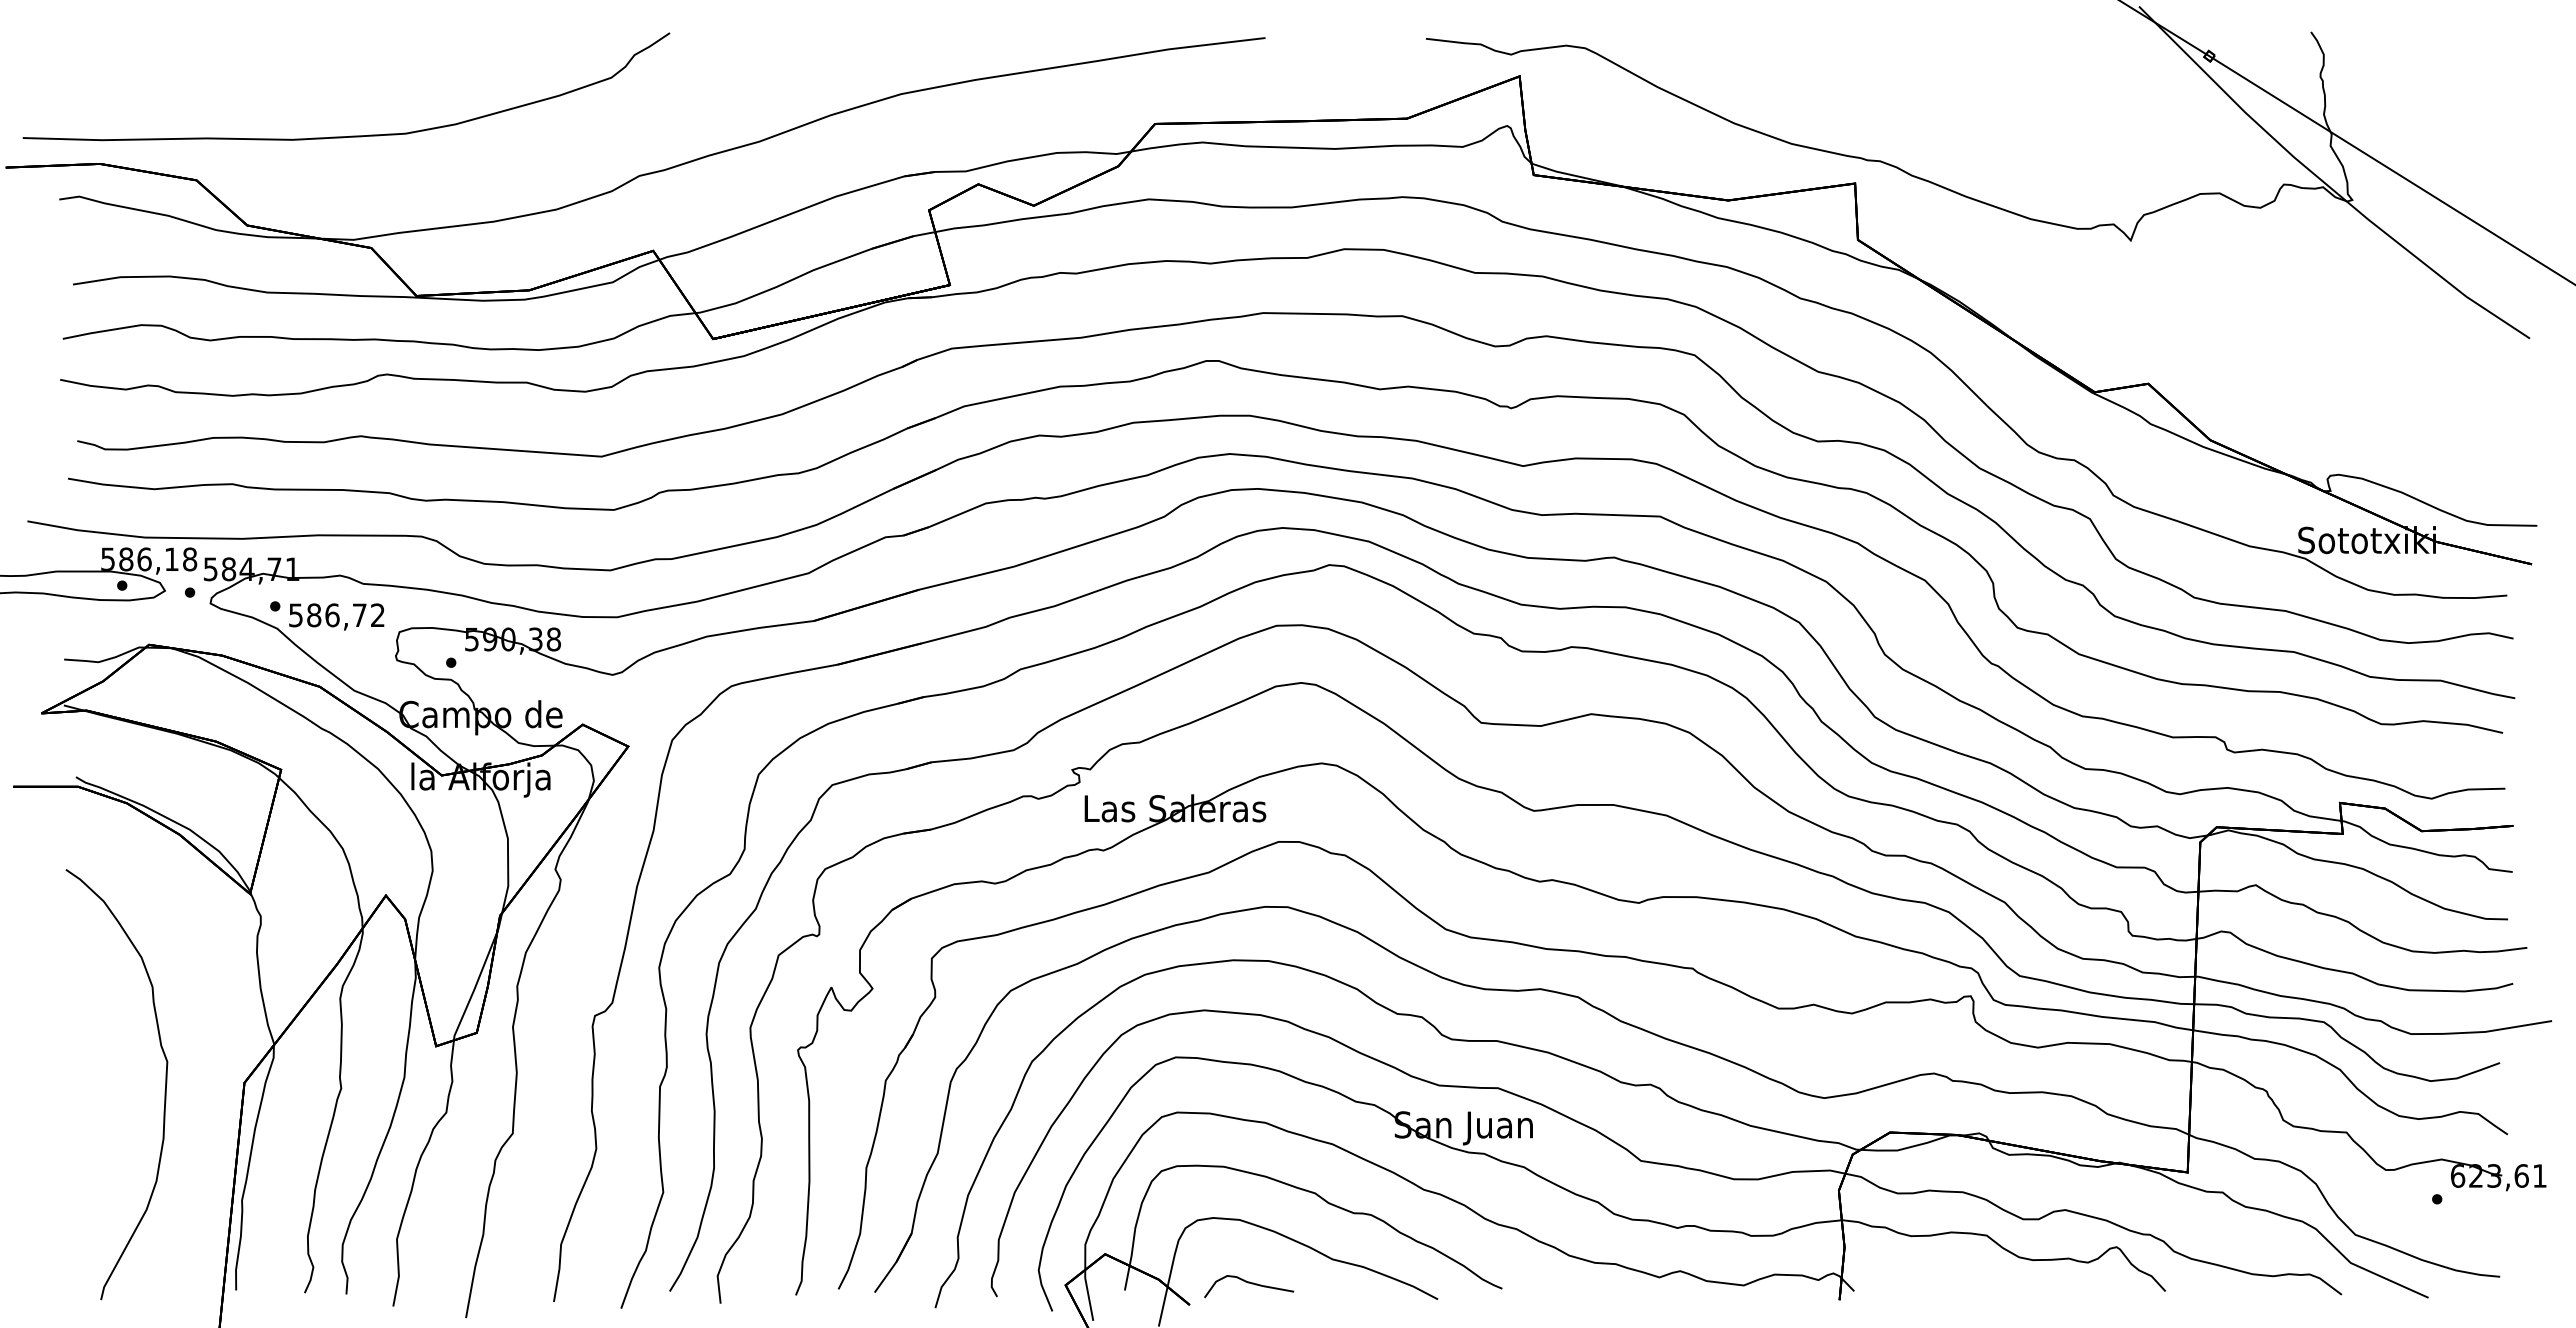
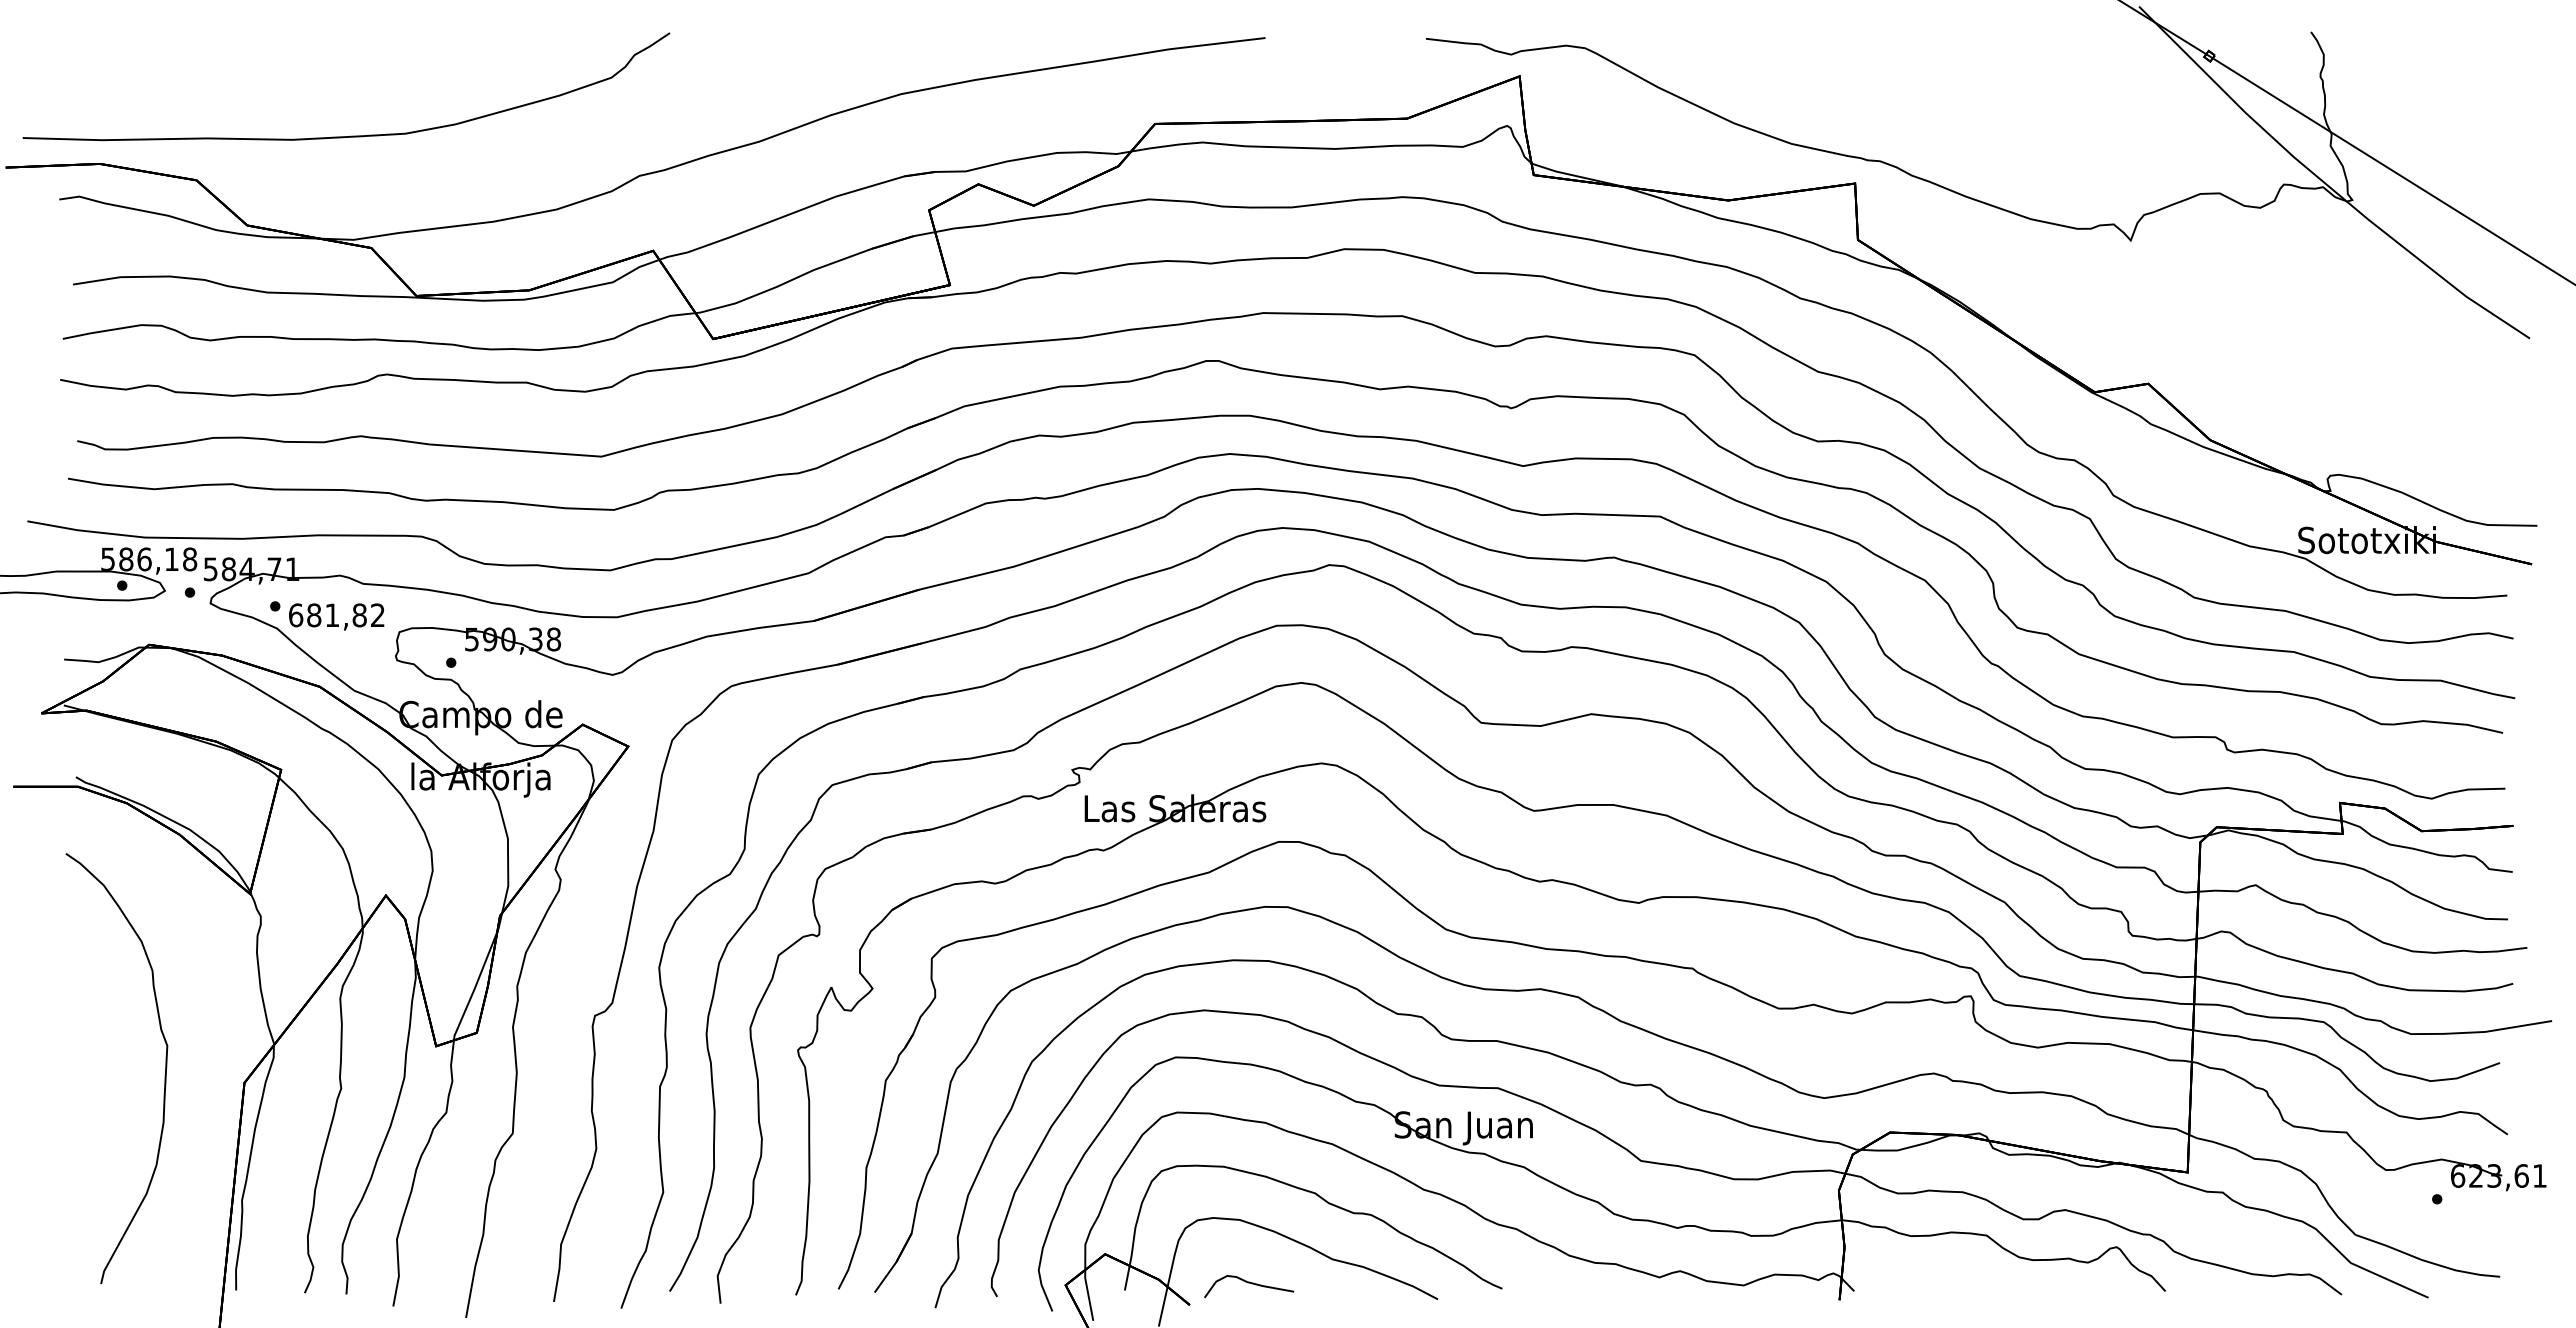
text at (327, 615): 586,72 -> 681,82
curve at (164, 1090) position: (164, 1090) -> (164, 1074)
